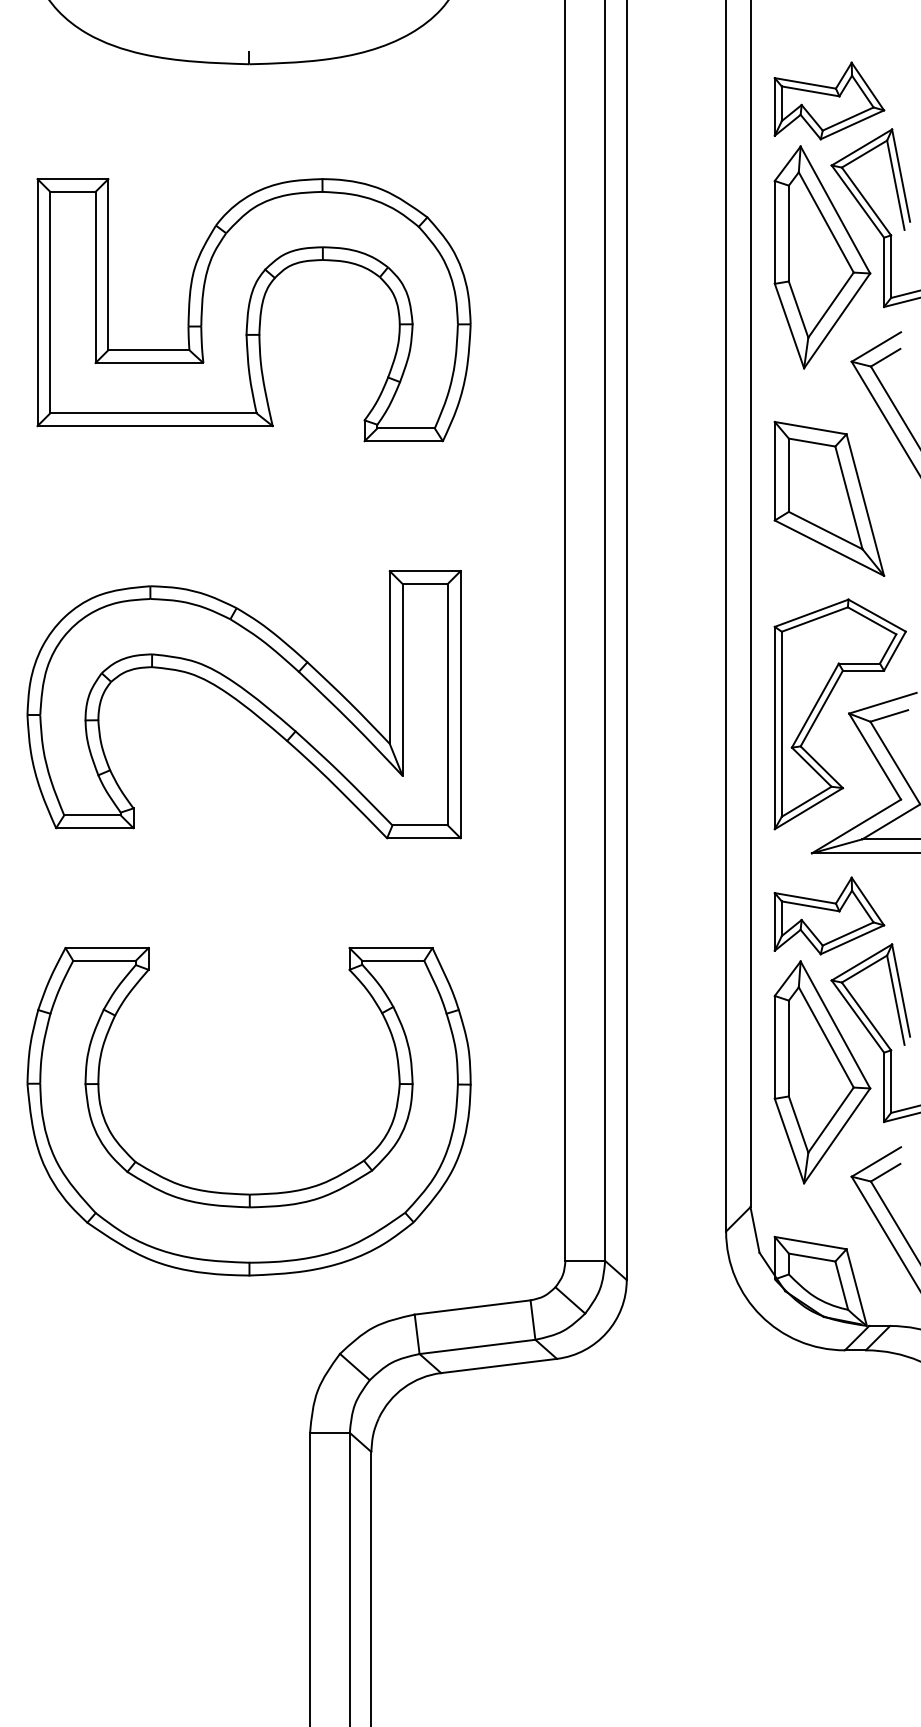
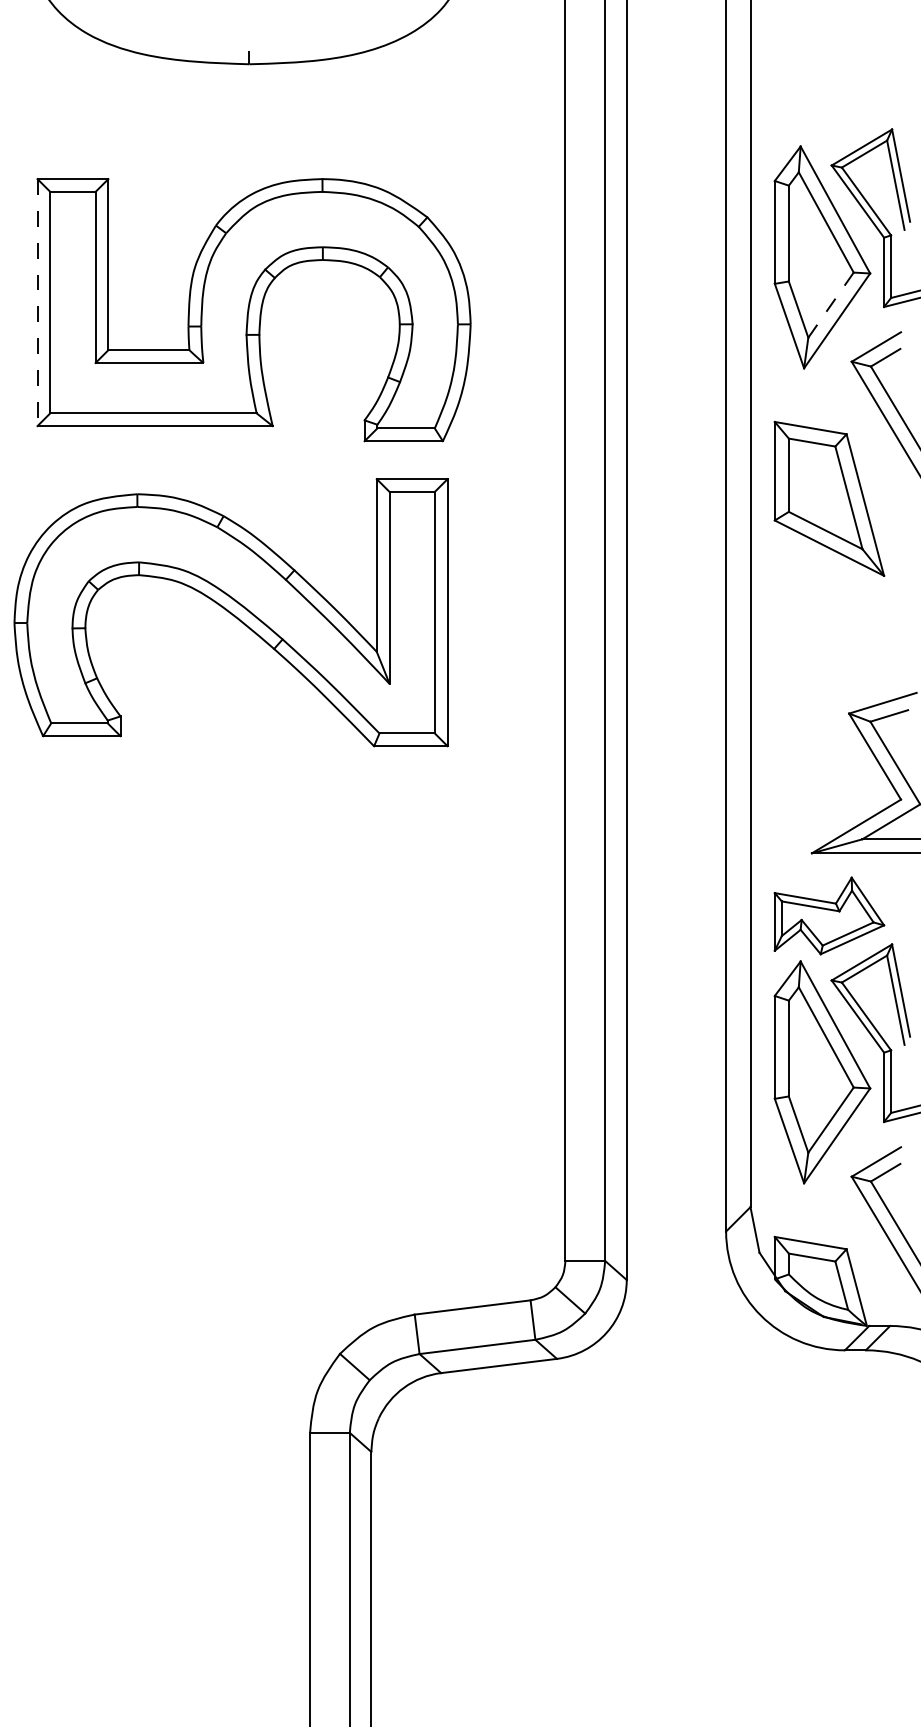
part at (829, 100): present -> none
line at (37, 303): solid -> dashed
line at (831, 305): solid -> dashed
part at (243, 704) position: (243, 704) -> (230, 612)
part at (825, 704): present -> none
part at (248, 1193): present -> none
